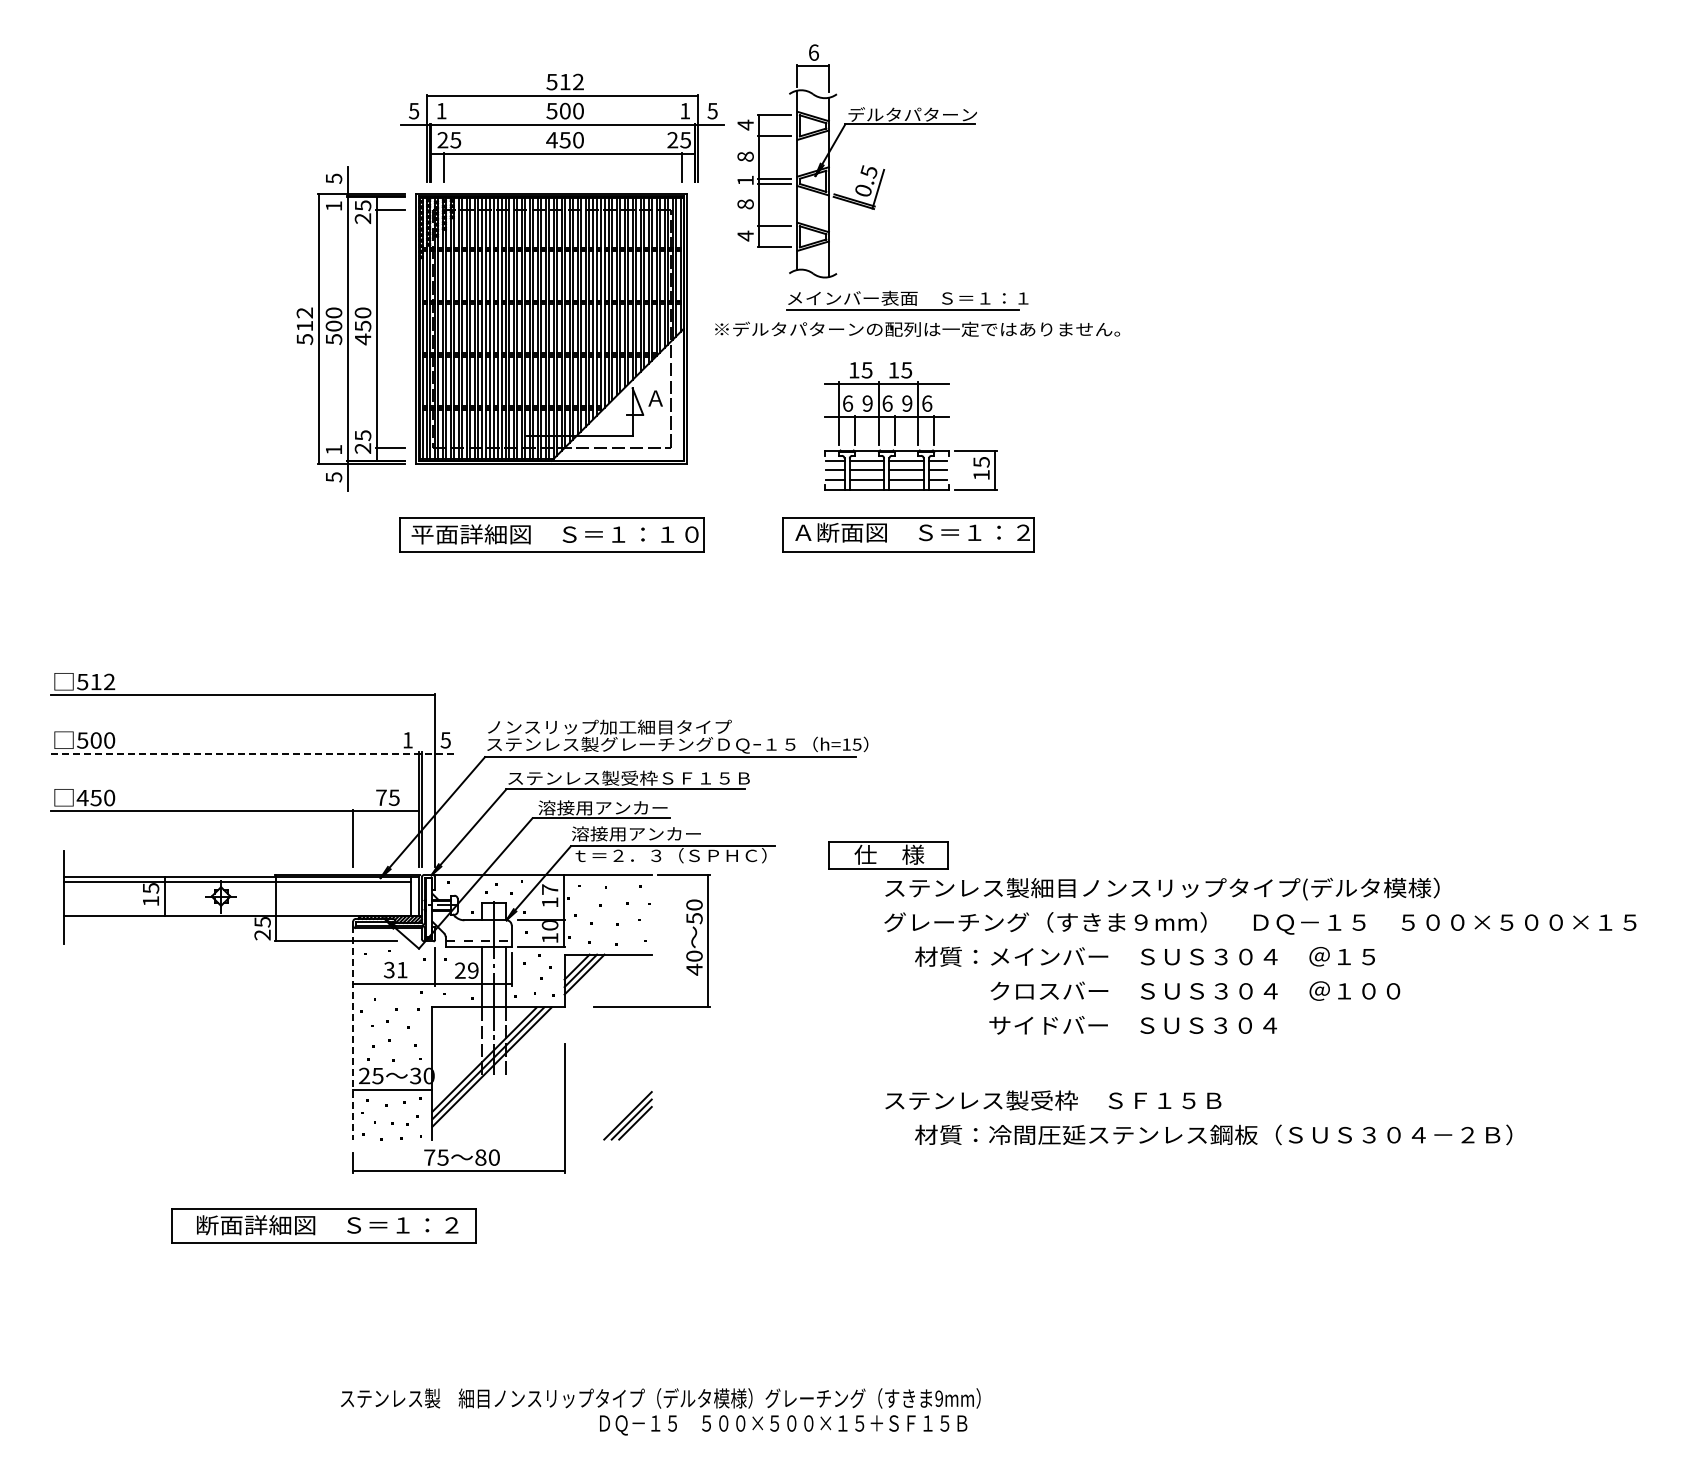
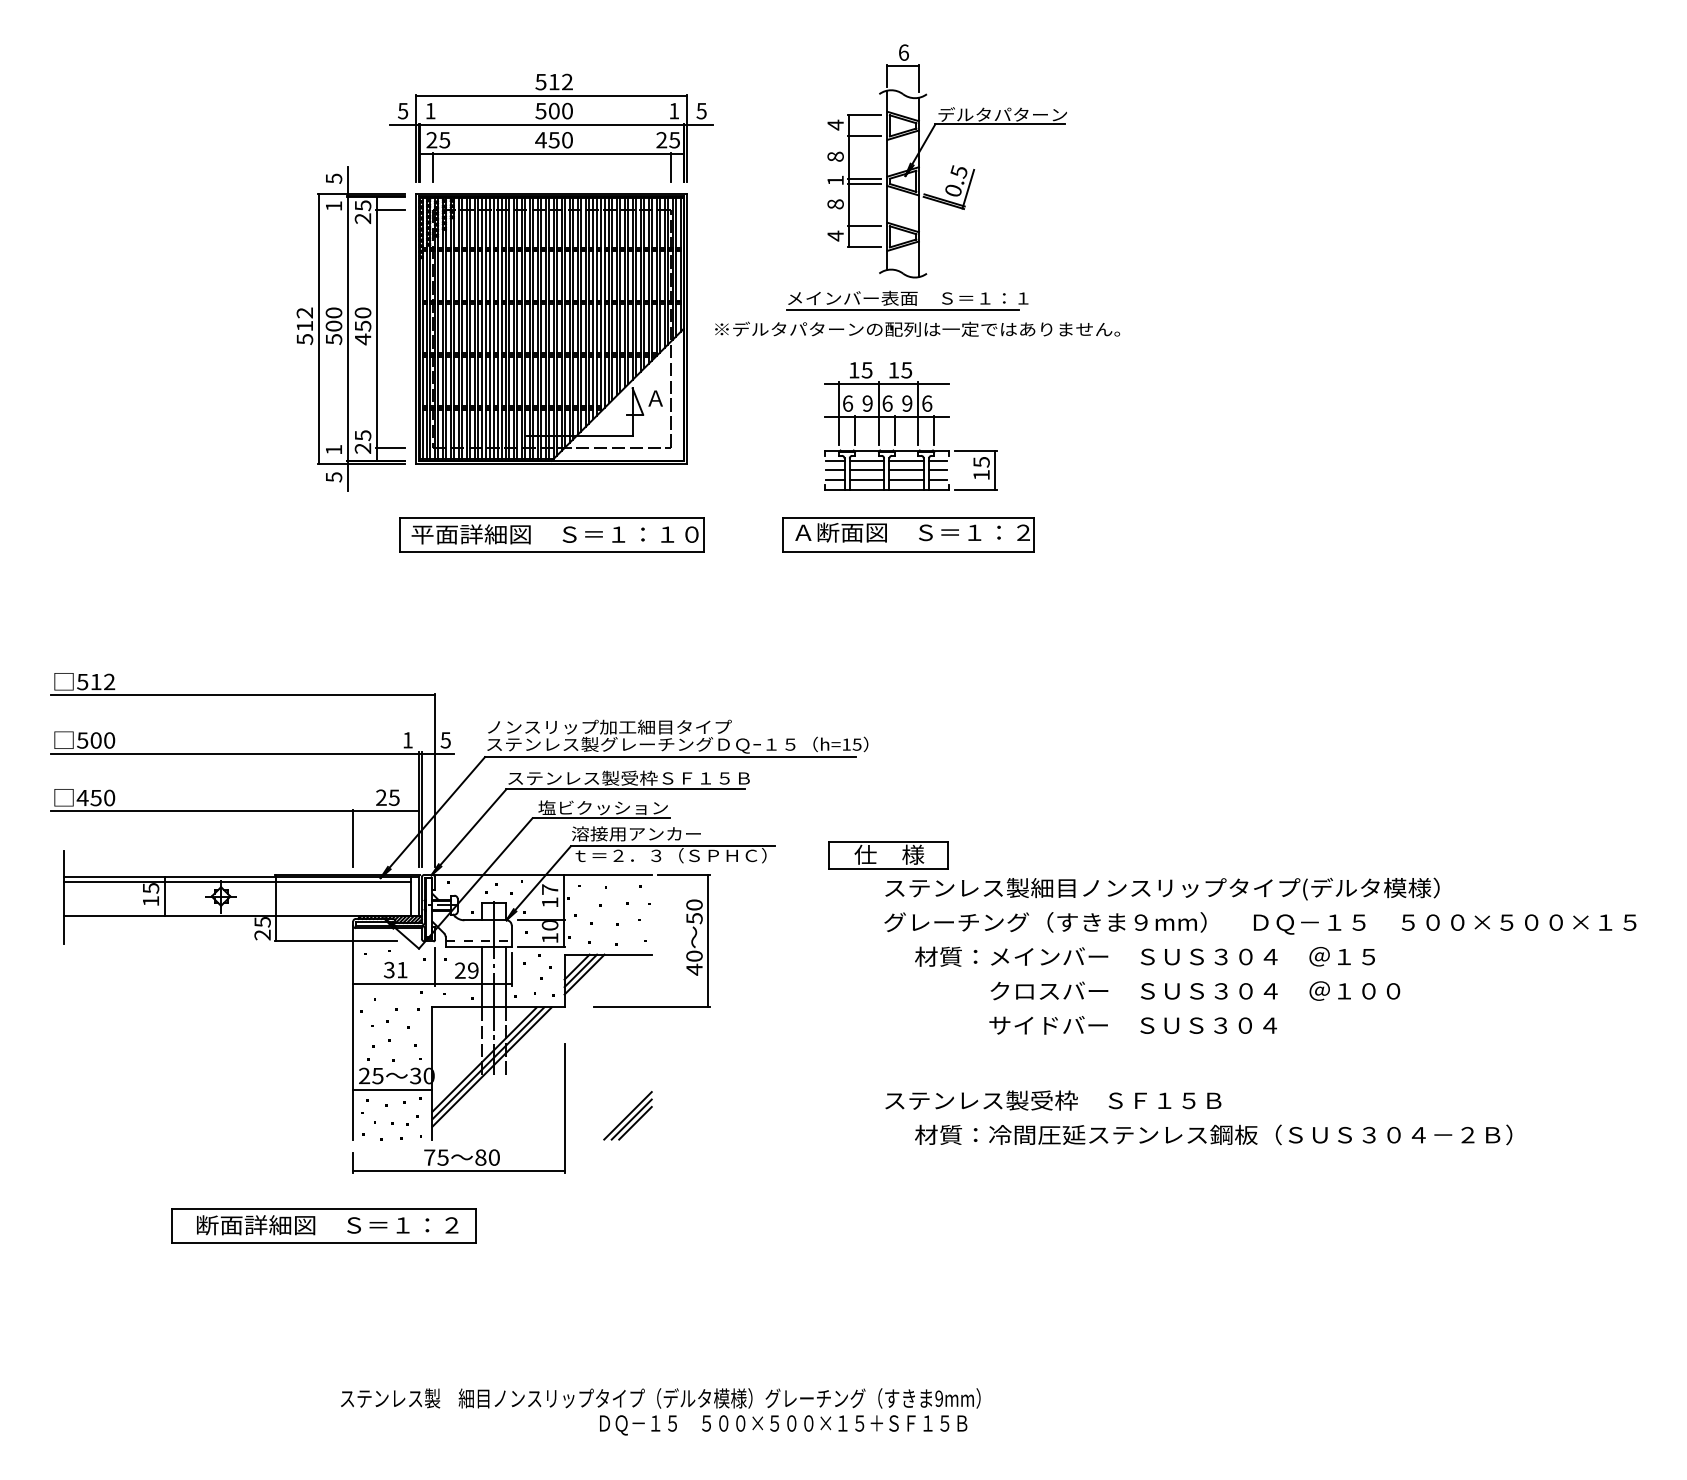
part at (562, 127) position: (562, 127) -> (551, 127)
part at (862, 165) position: (862, 165) -> (952, 165)
line at (252, 753): dashed -> solid
text at (381, 797): 75 -> 25
text at (602, 807): 溶接用アンカー -> 塩ビクッション
line at (353, 1033): dashed -> solid
